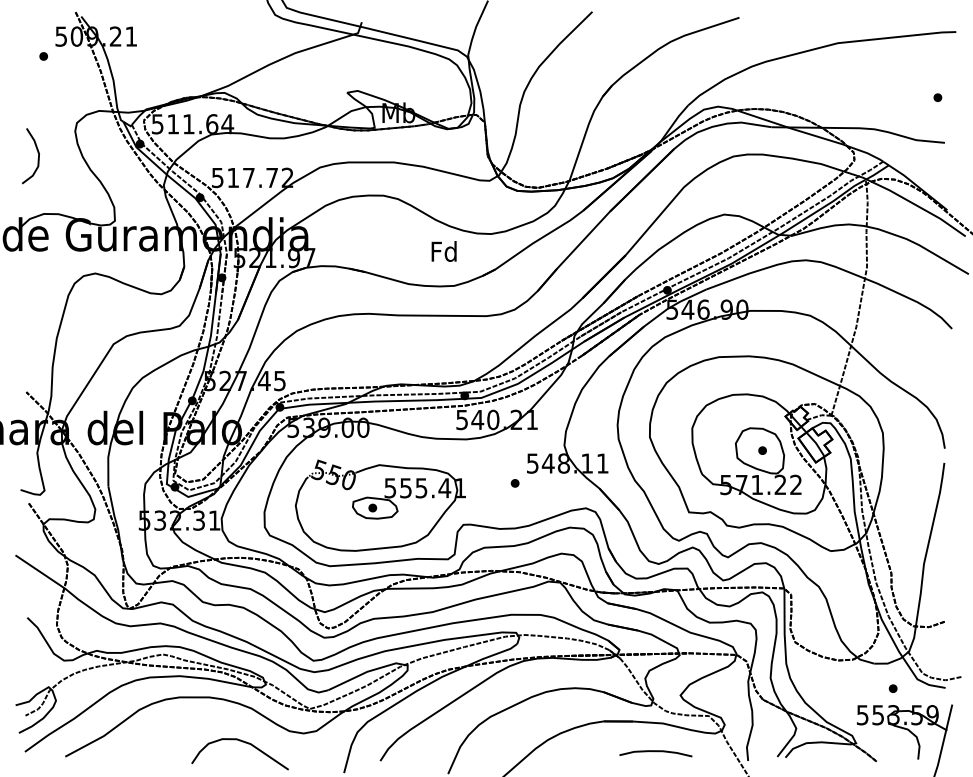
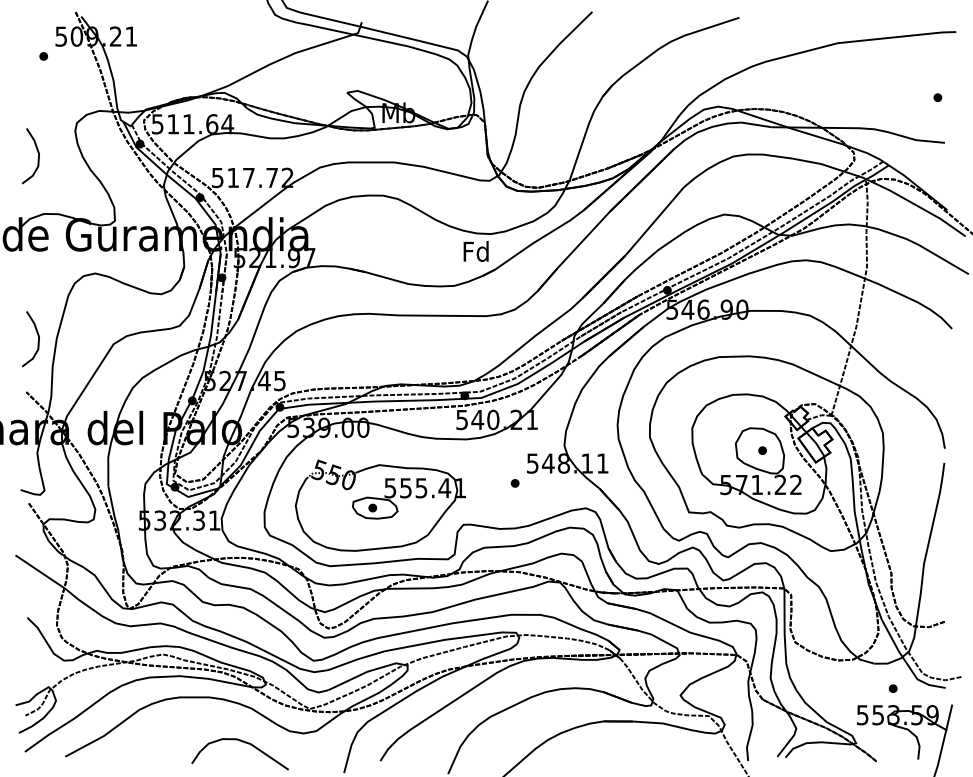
text at (443, 251) position: (443, 251) -> (475, 251)
curve at (37, 342): none -> present
curve at (655, 752): present -> none
